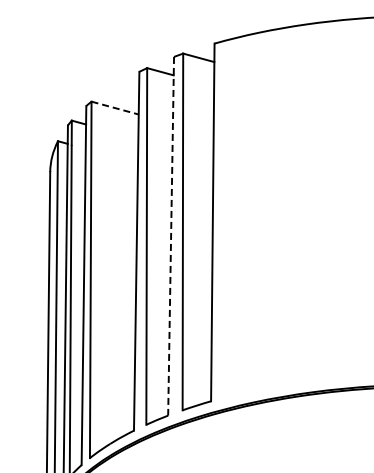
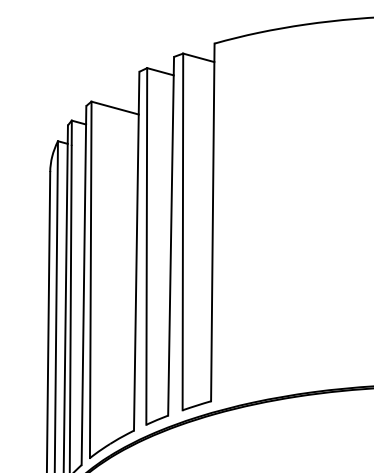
line at (115, 108): dashed -> solid
line at (171, 236): dashed -> solid
